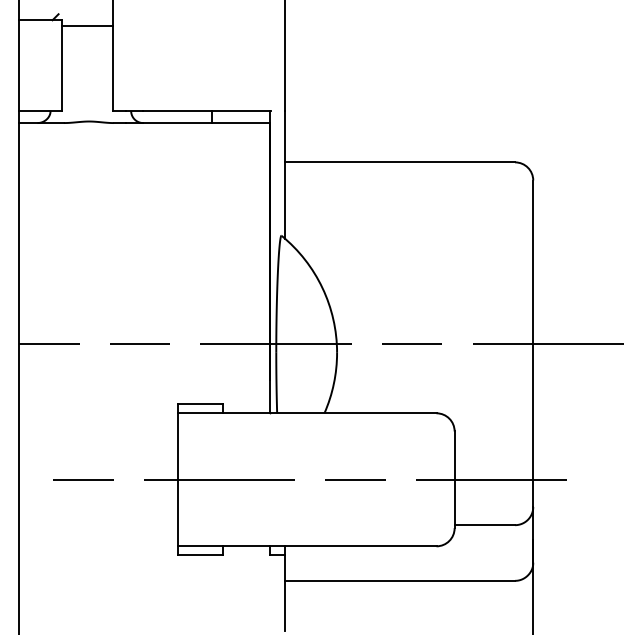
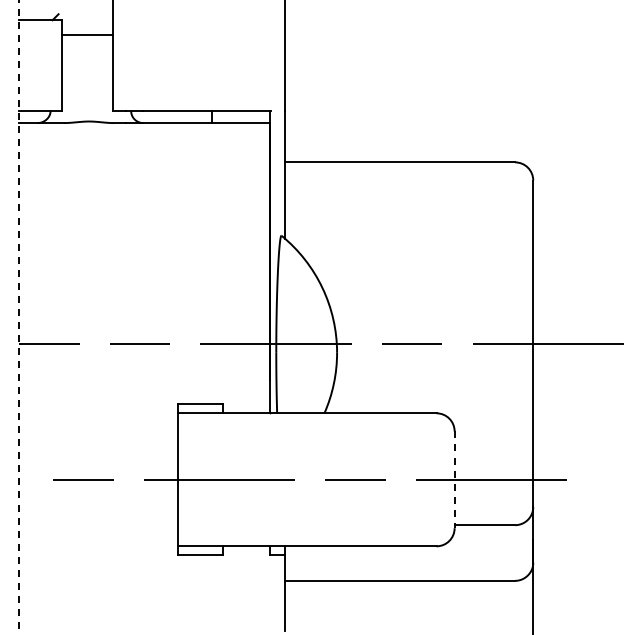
line at (87, 26) position: (87, 26) -> (87, 35)
line at (19, 317): solid -> dashed
line at (454, 480): solid -> dashed
